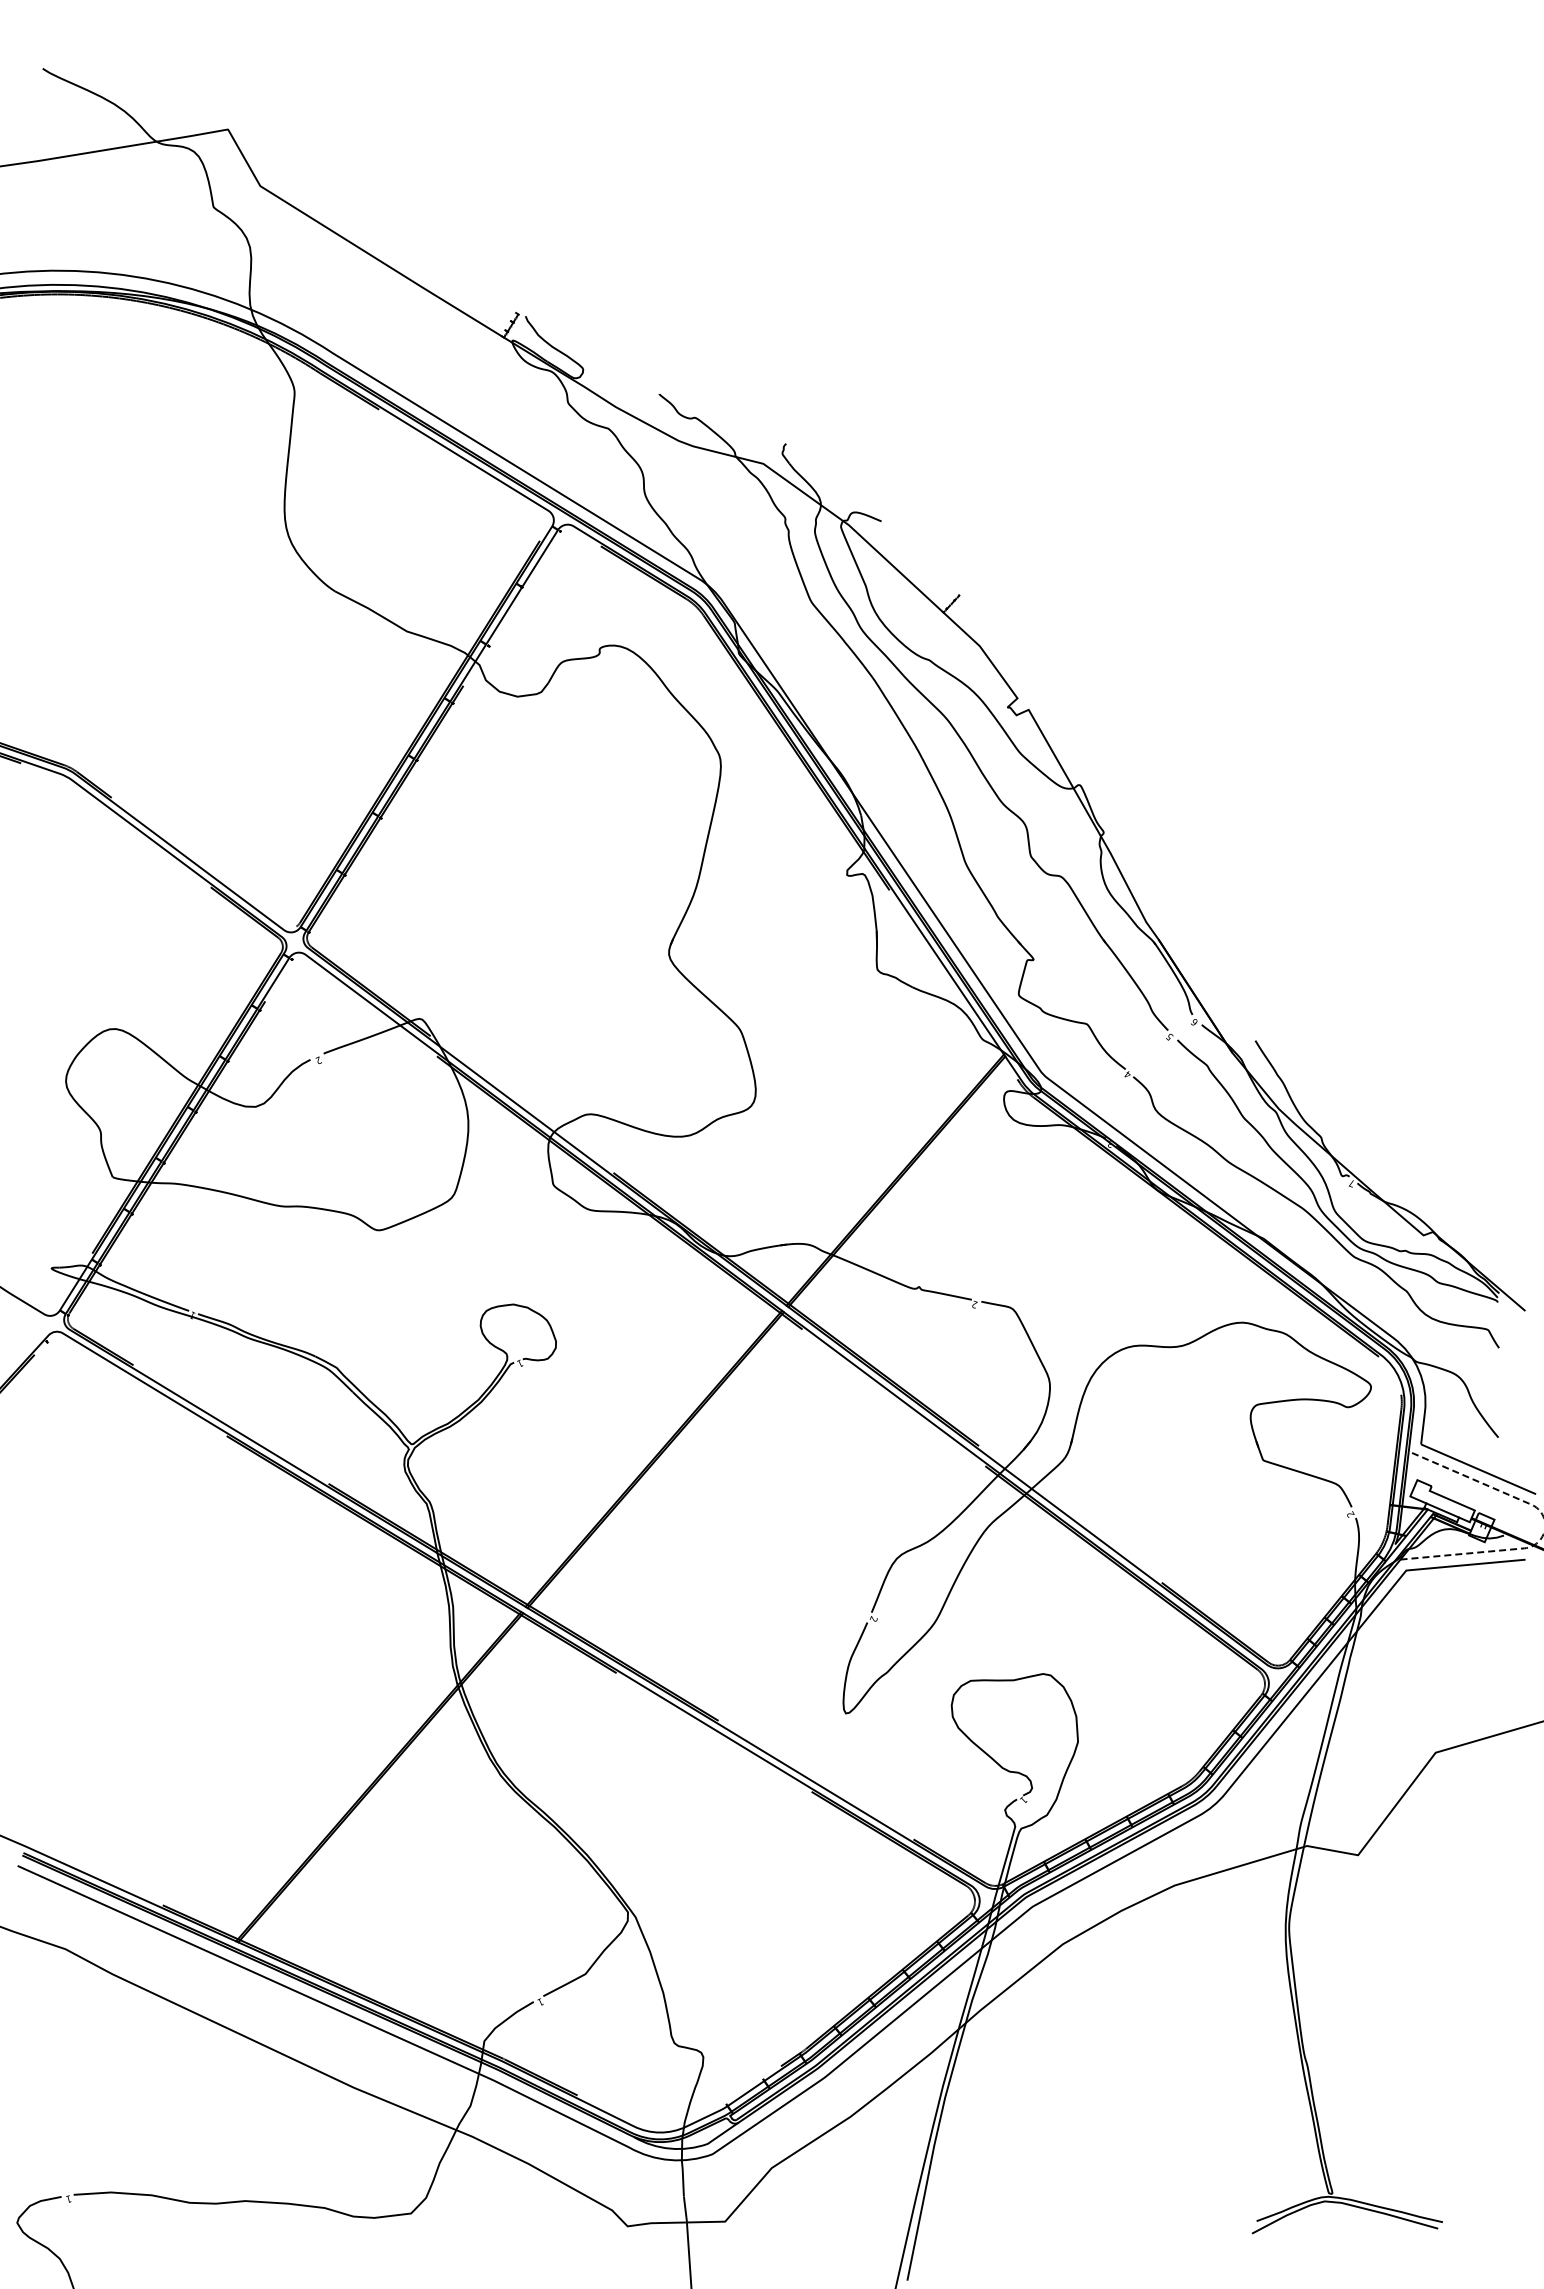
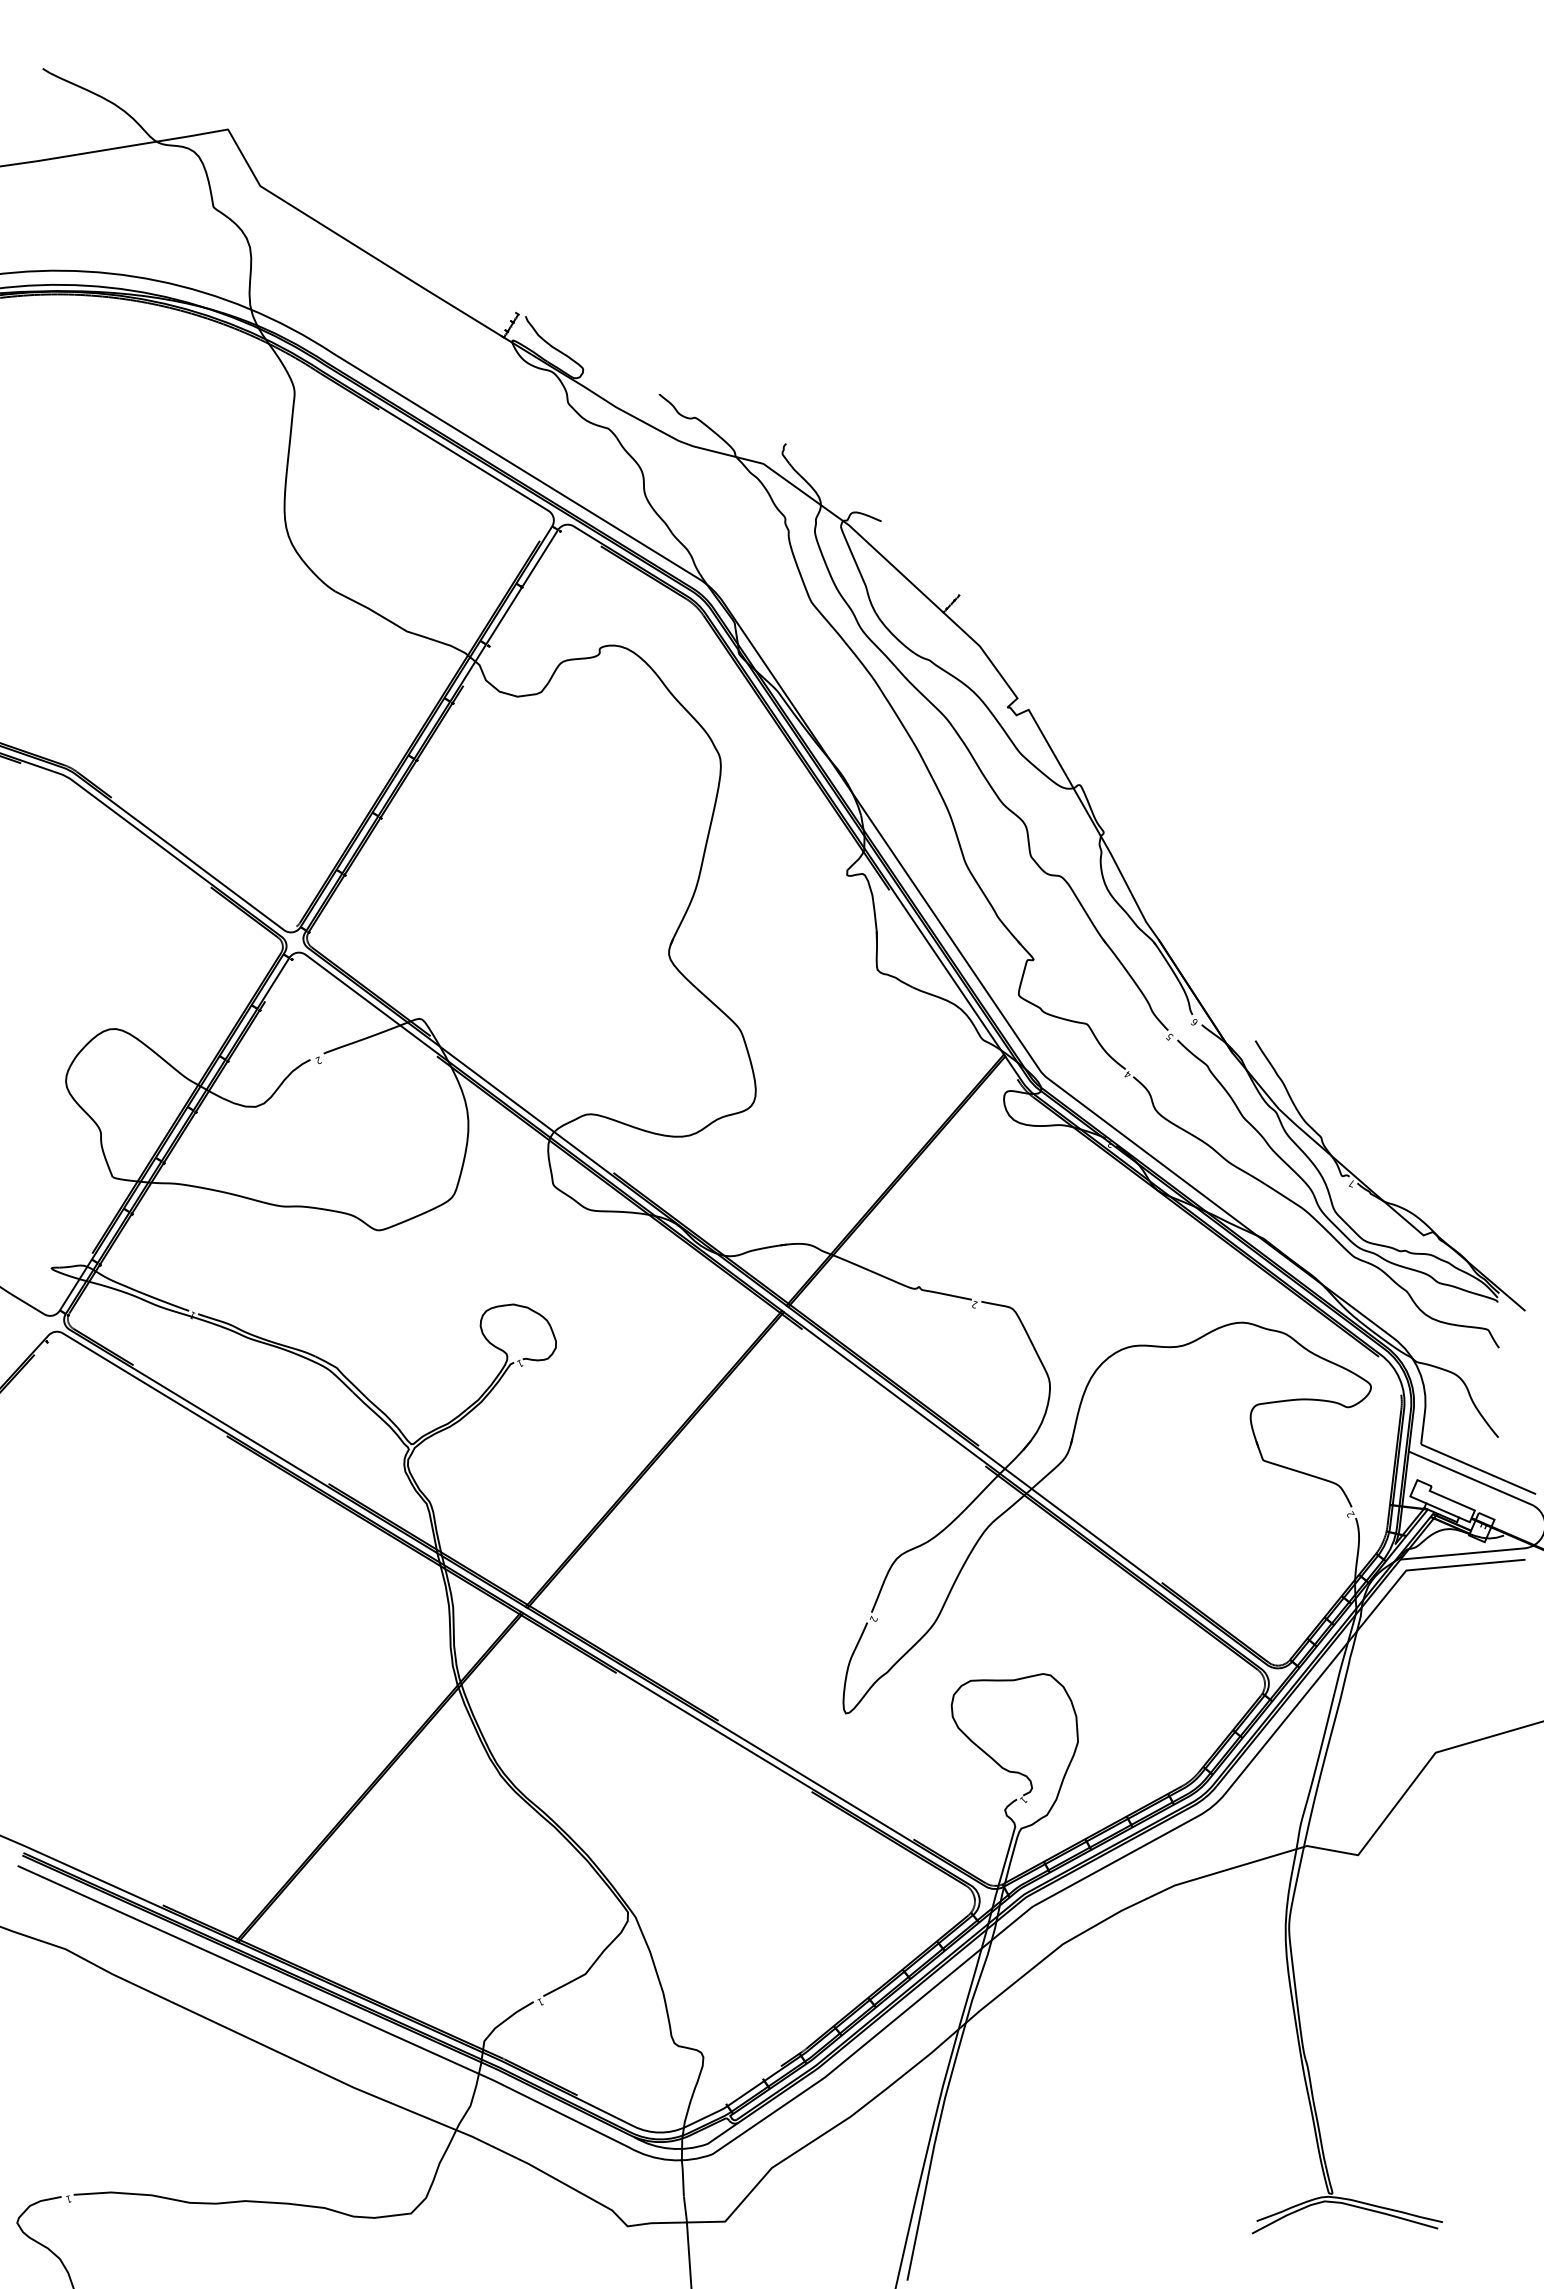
line at (1543, 1518): dashed -> solid
